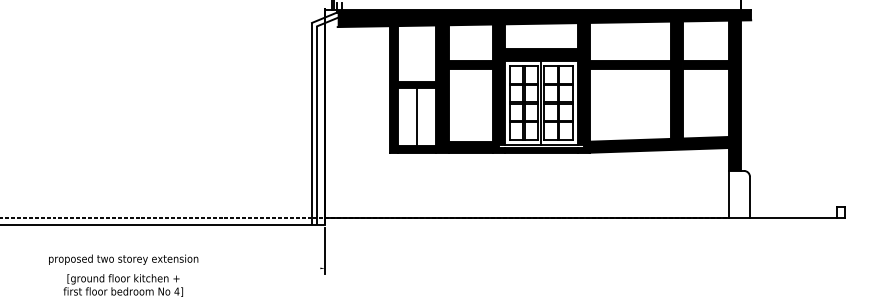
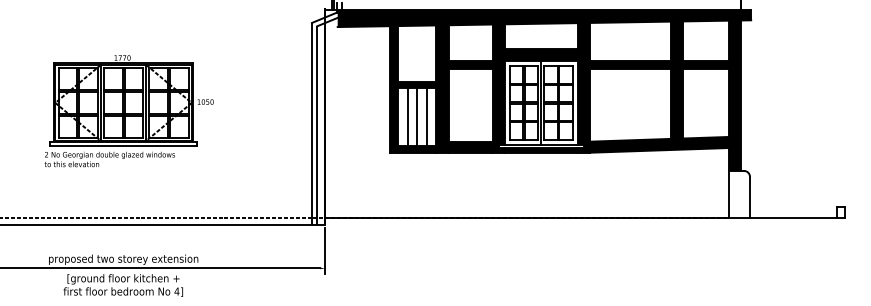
part at (128, 111): none -> present
line at (407, 116): none -> present
line at (426, 116): none -> present
line at (161, 268): none -> present
